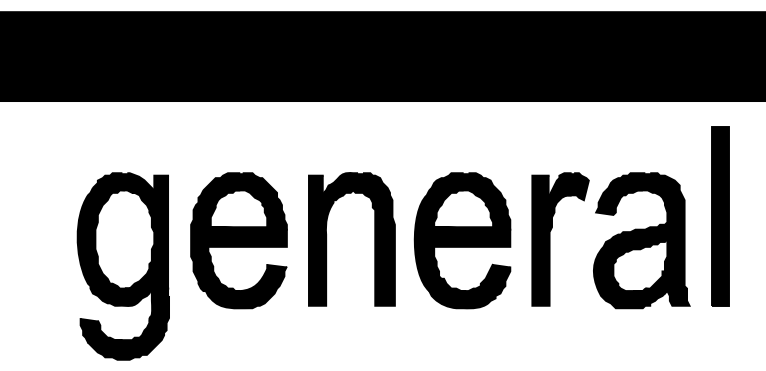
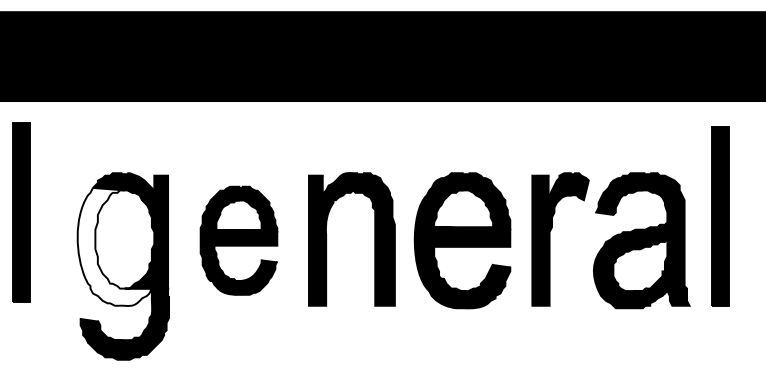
part at (21, 212): none -> present
part at (238, 240) size: 98x138 px -> 80x111 px
fill at (123, 246): present -> none
